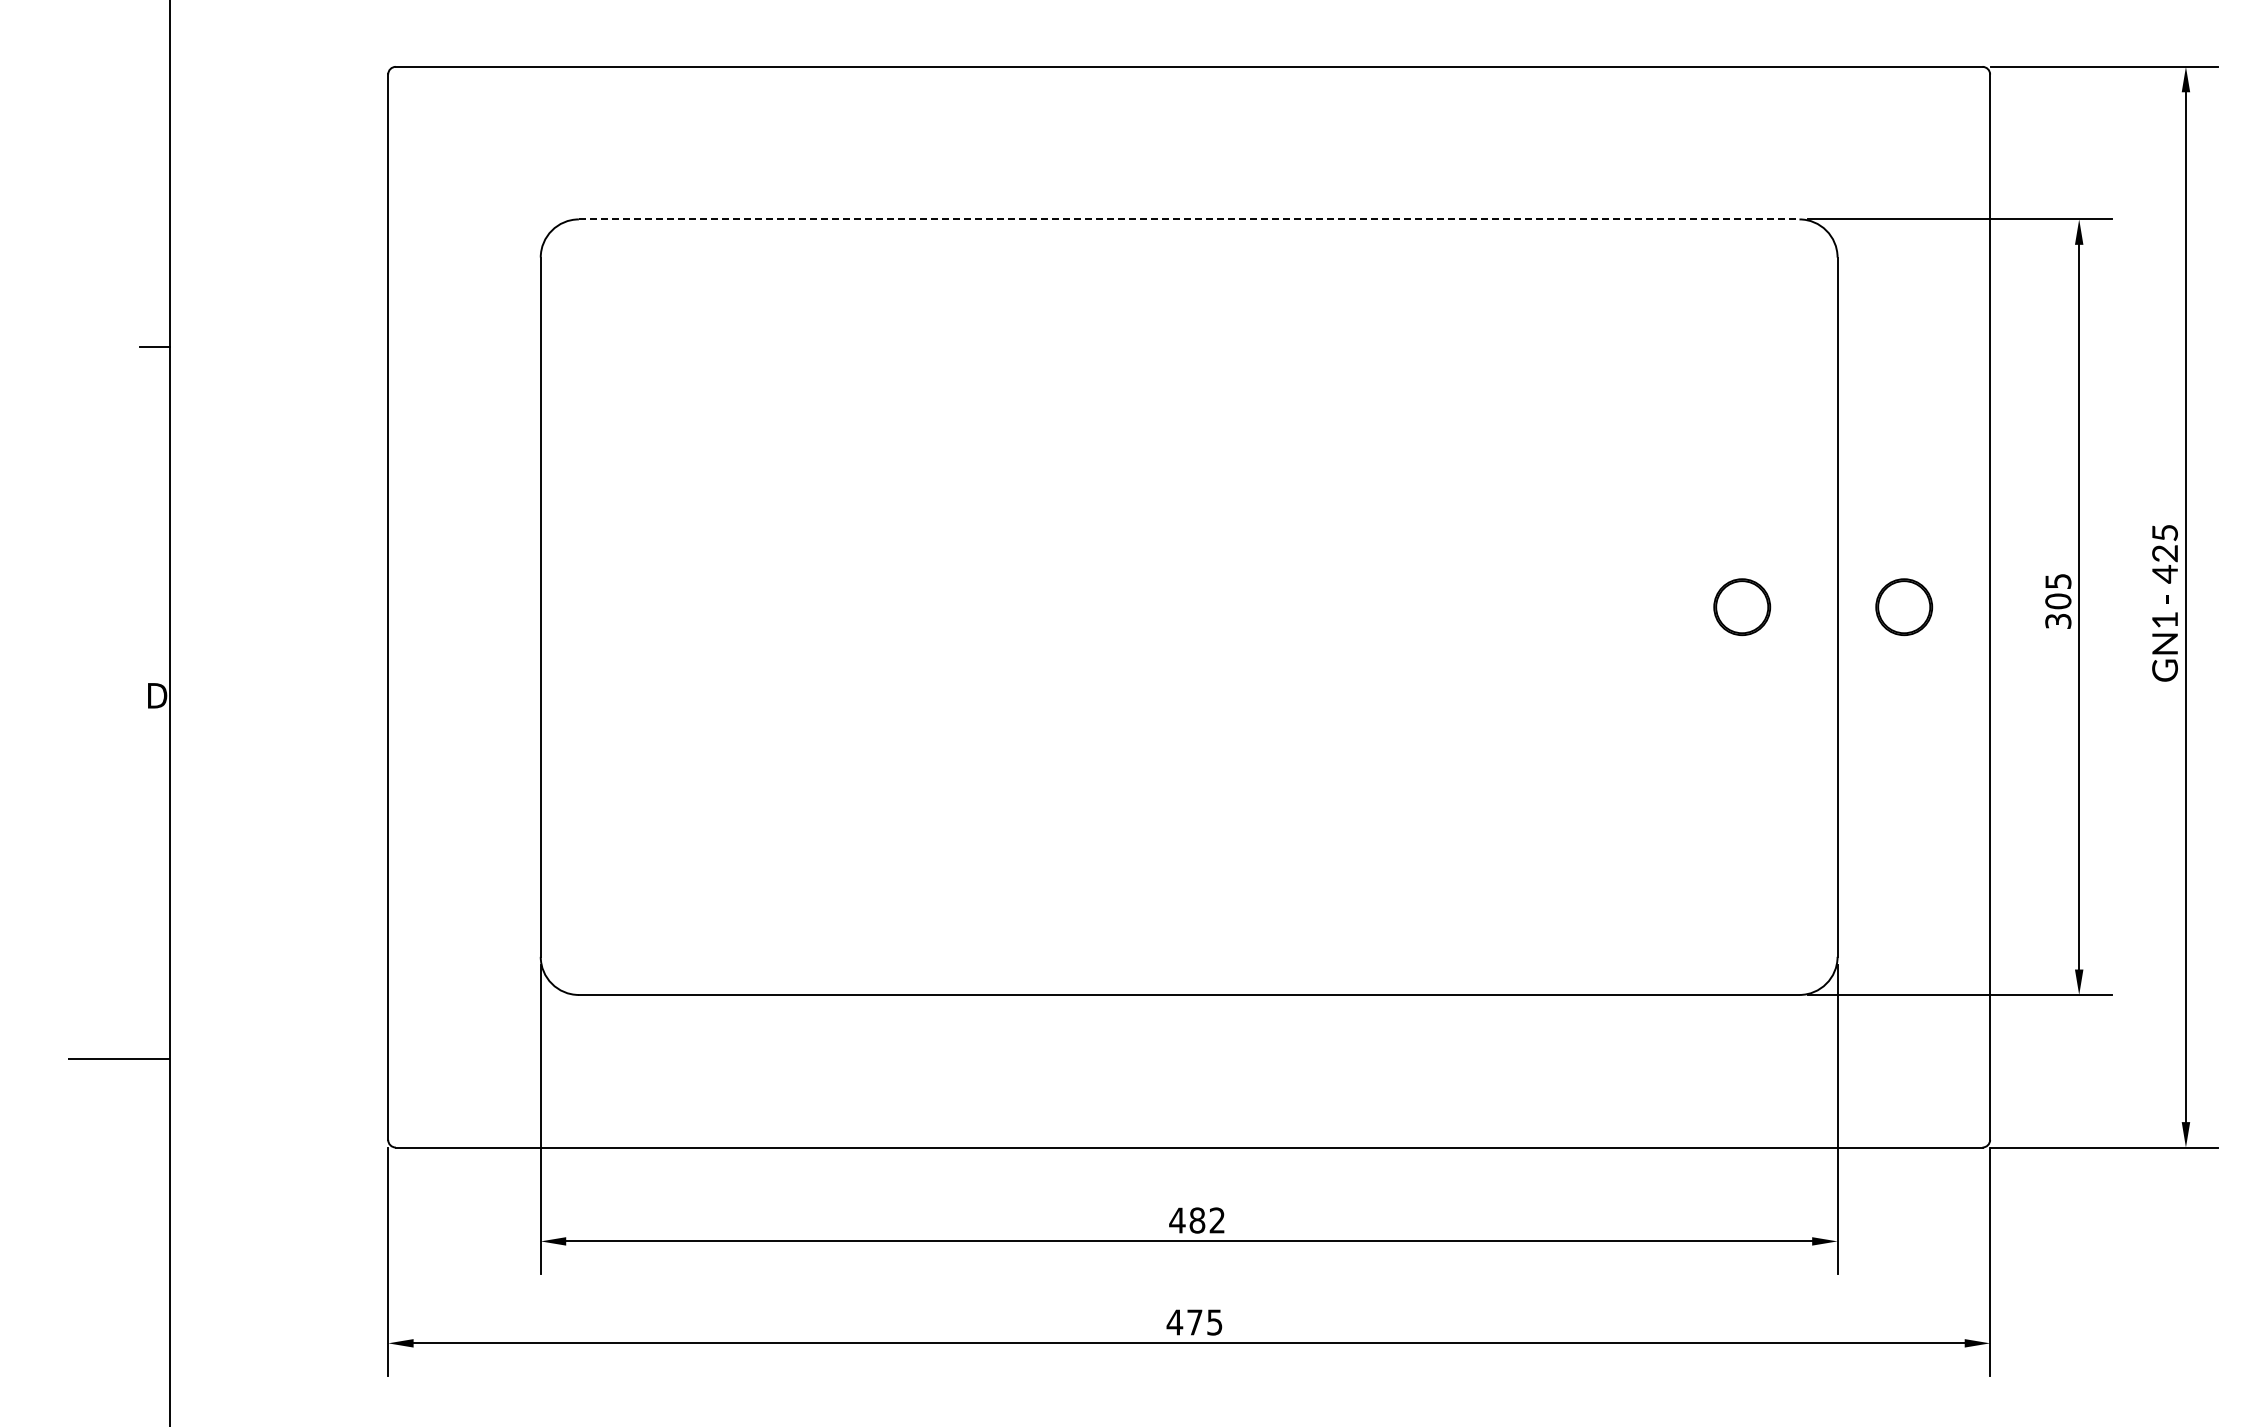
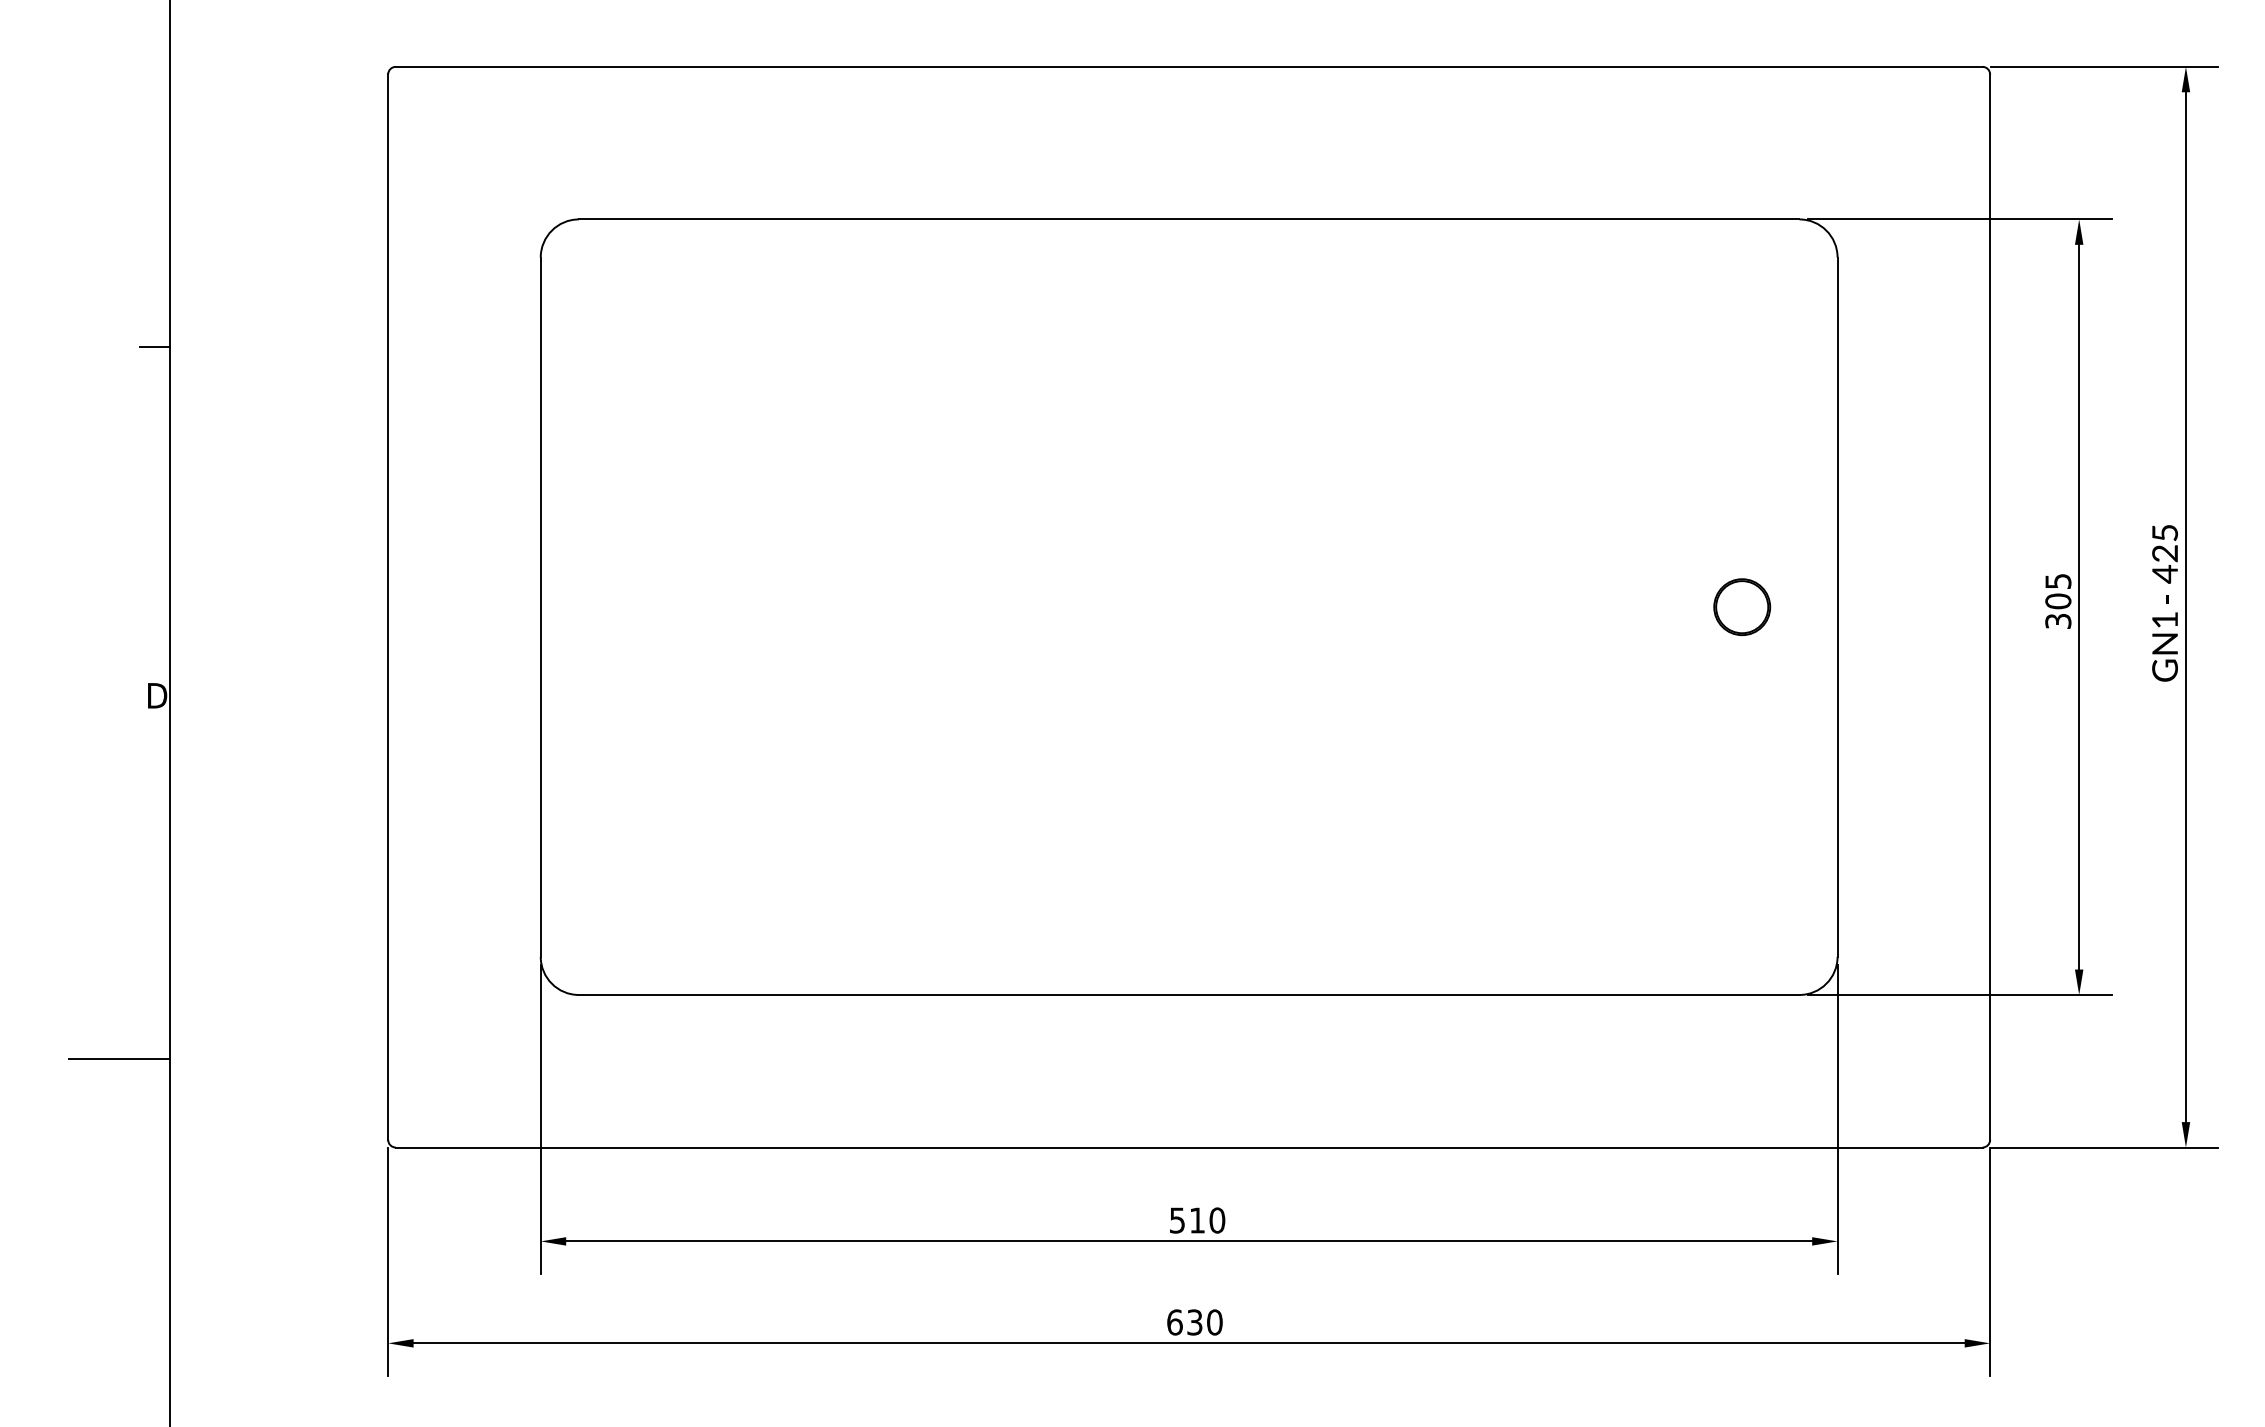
line at (1189, 219): dashed -> solid
part at (1904, 606): present -> none
text at (1197, 1220): 482 -> 510
text at (1194, 1322): 475 -> 630
